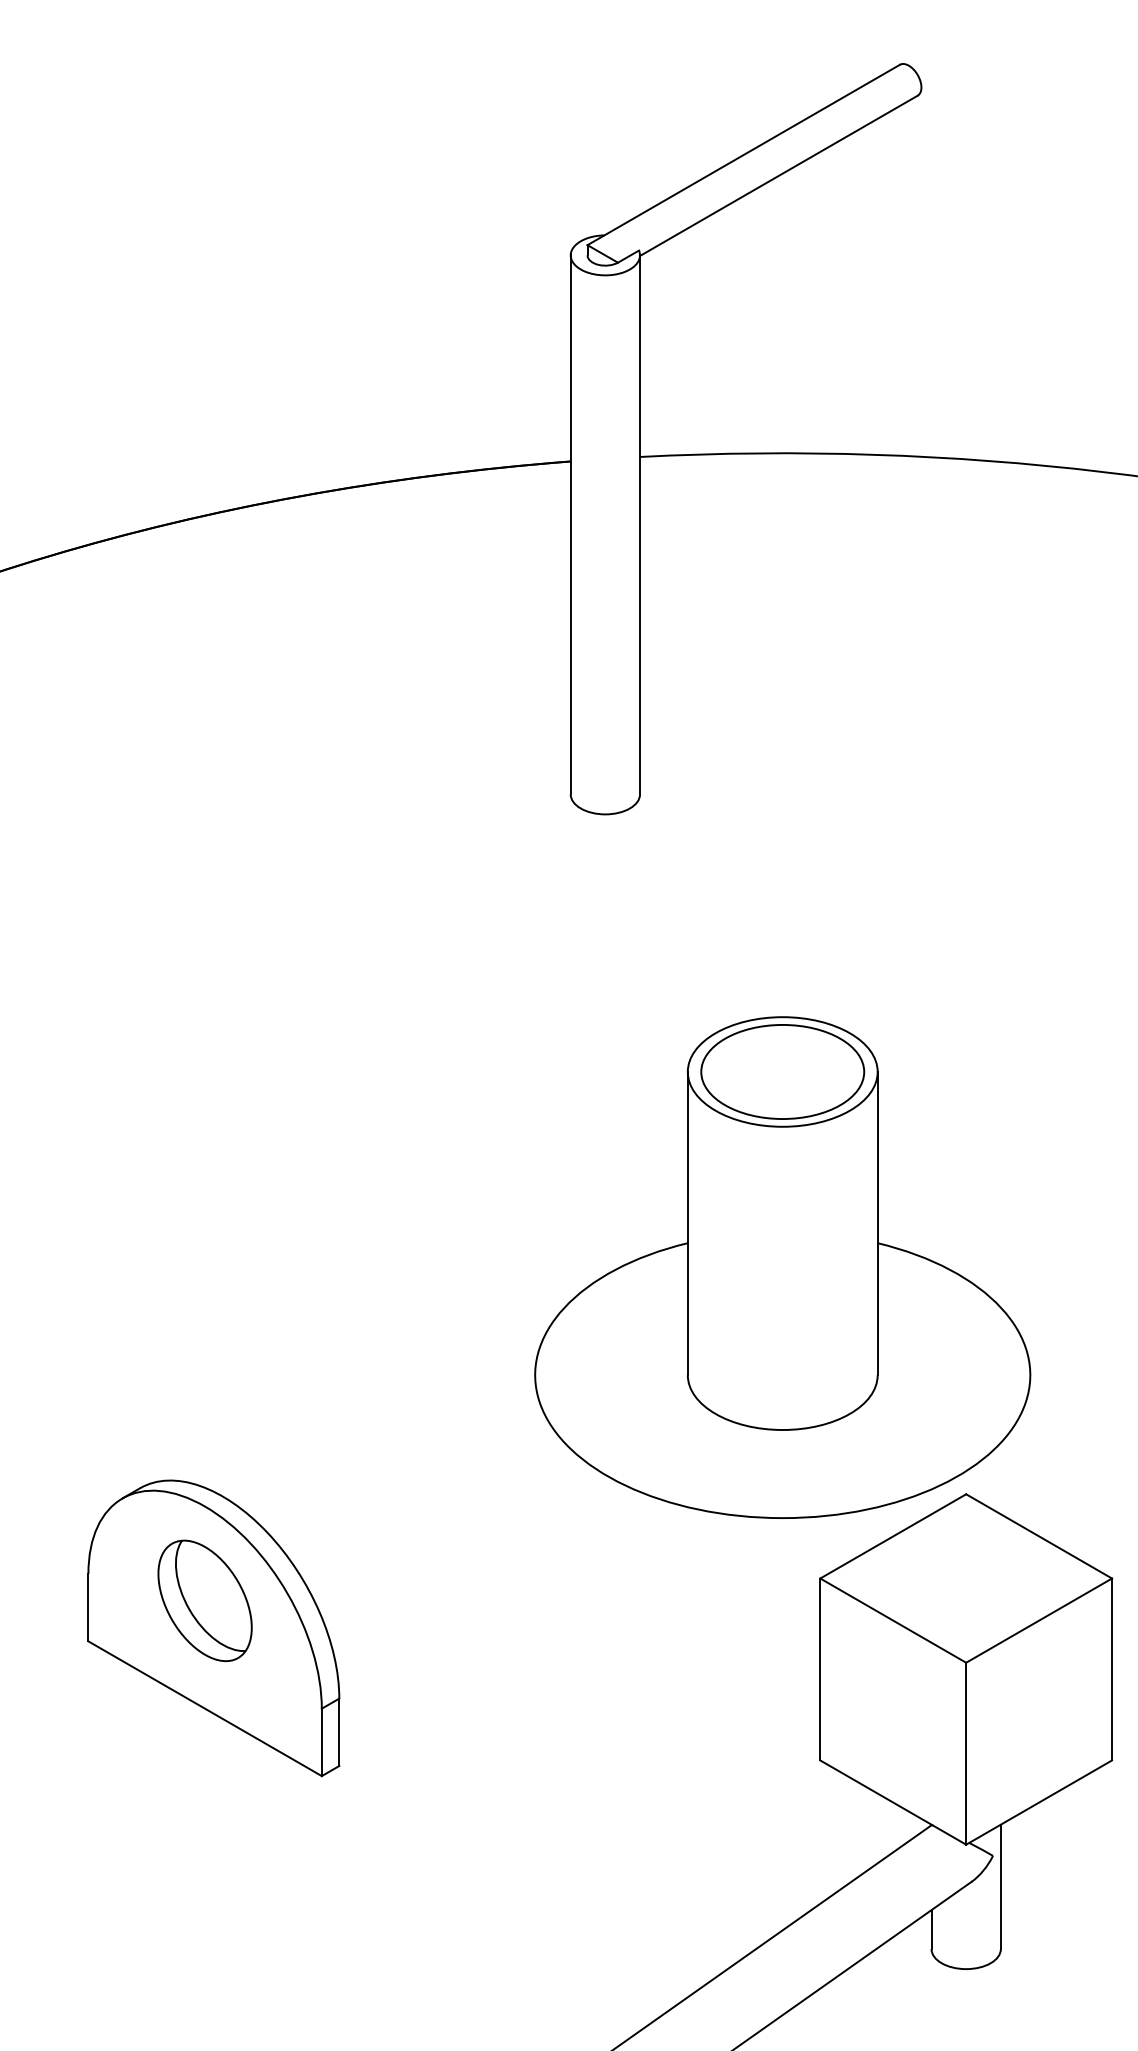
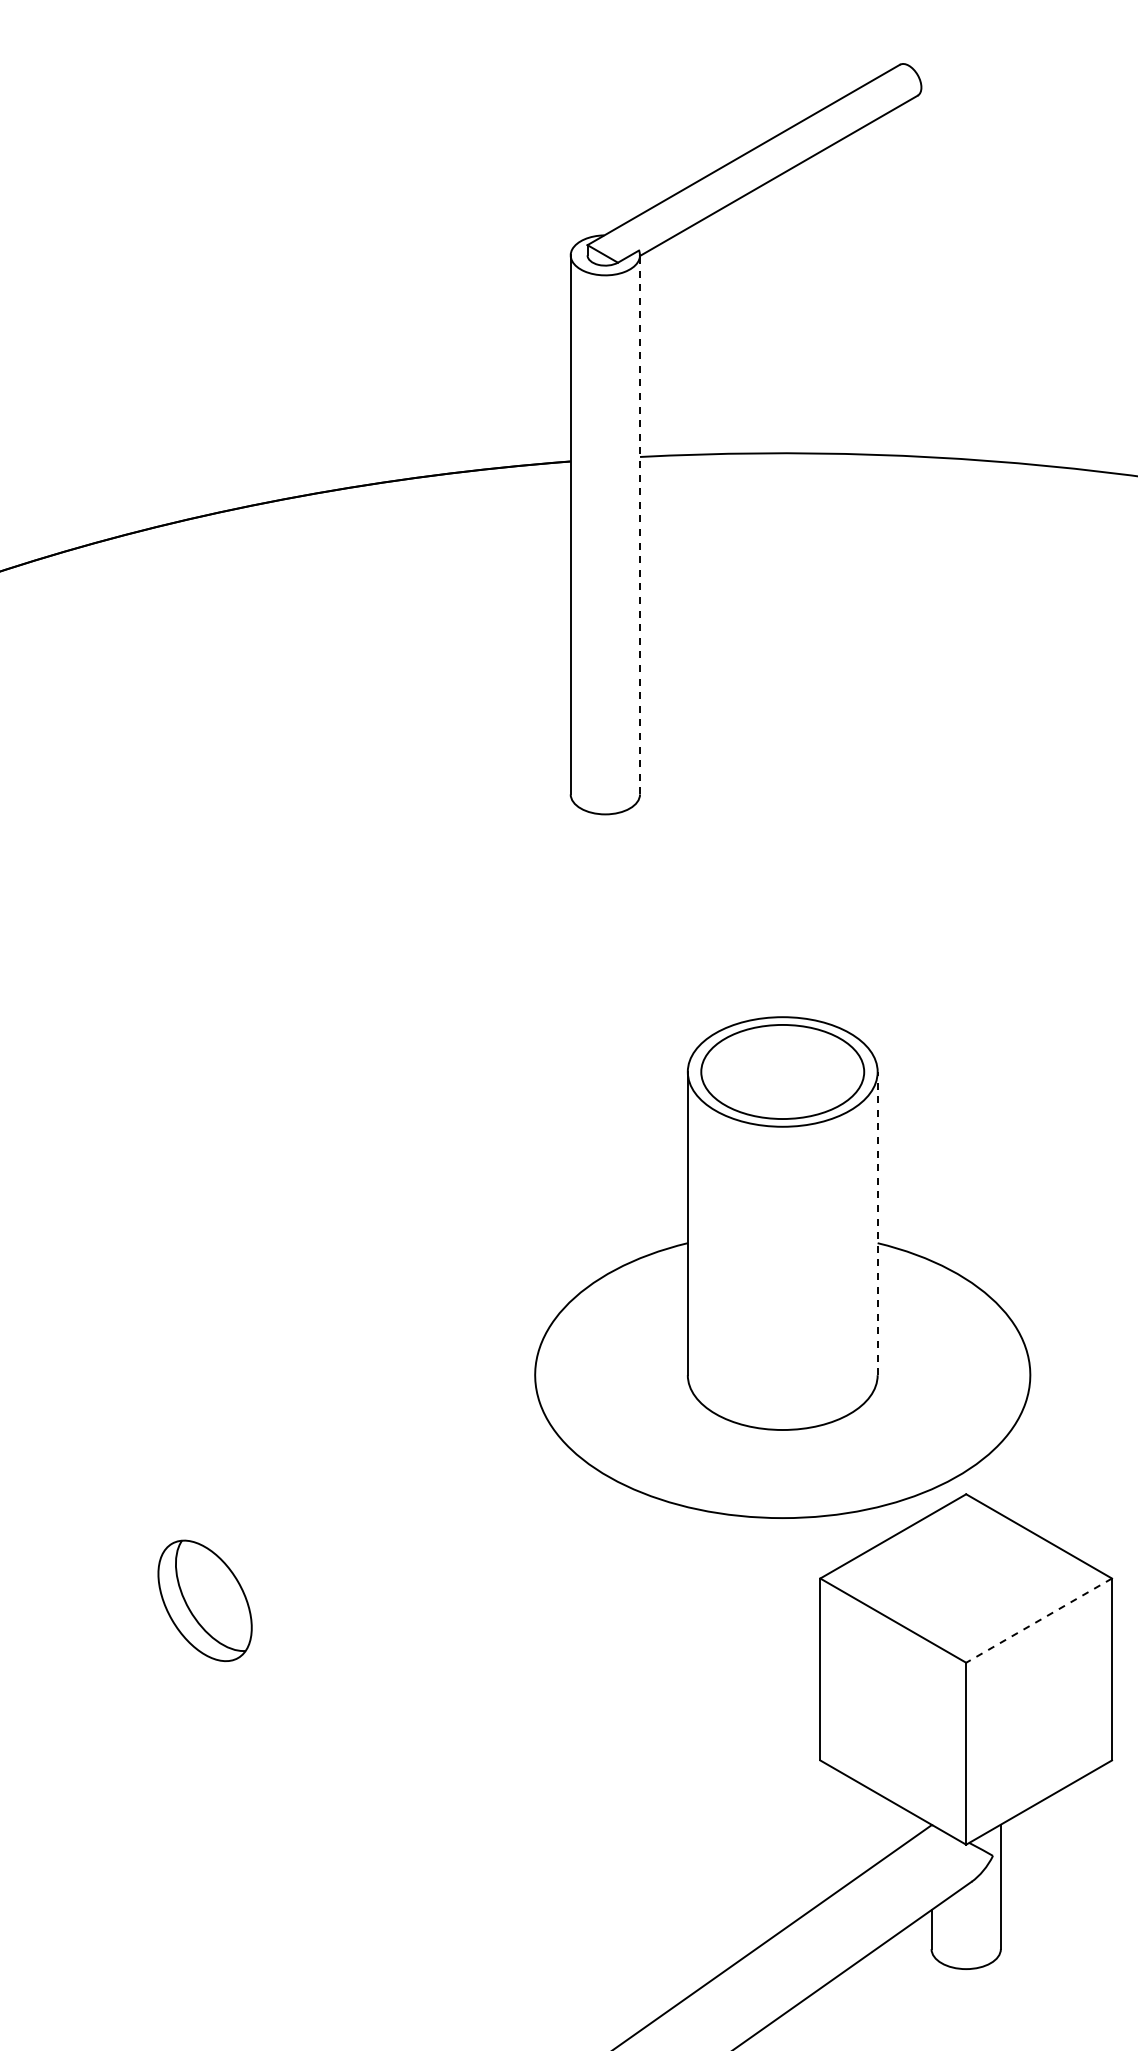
line at (640, 524): solid -> dashed
line at (877, 1223): solid -> dashed
line at (1038, 1620): solid -> dashed
part at (213, 1628): present -> none
